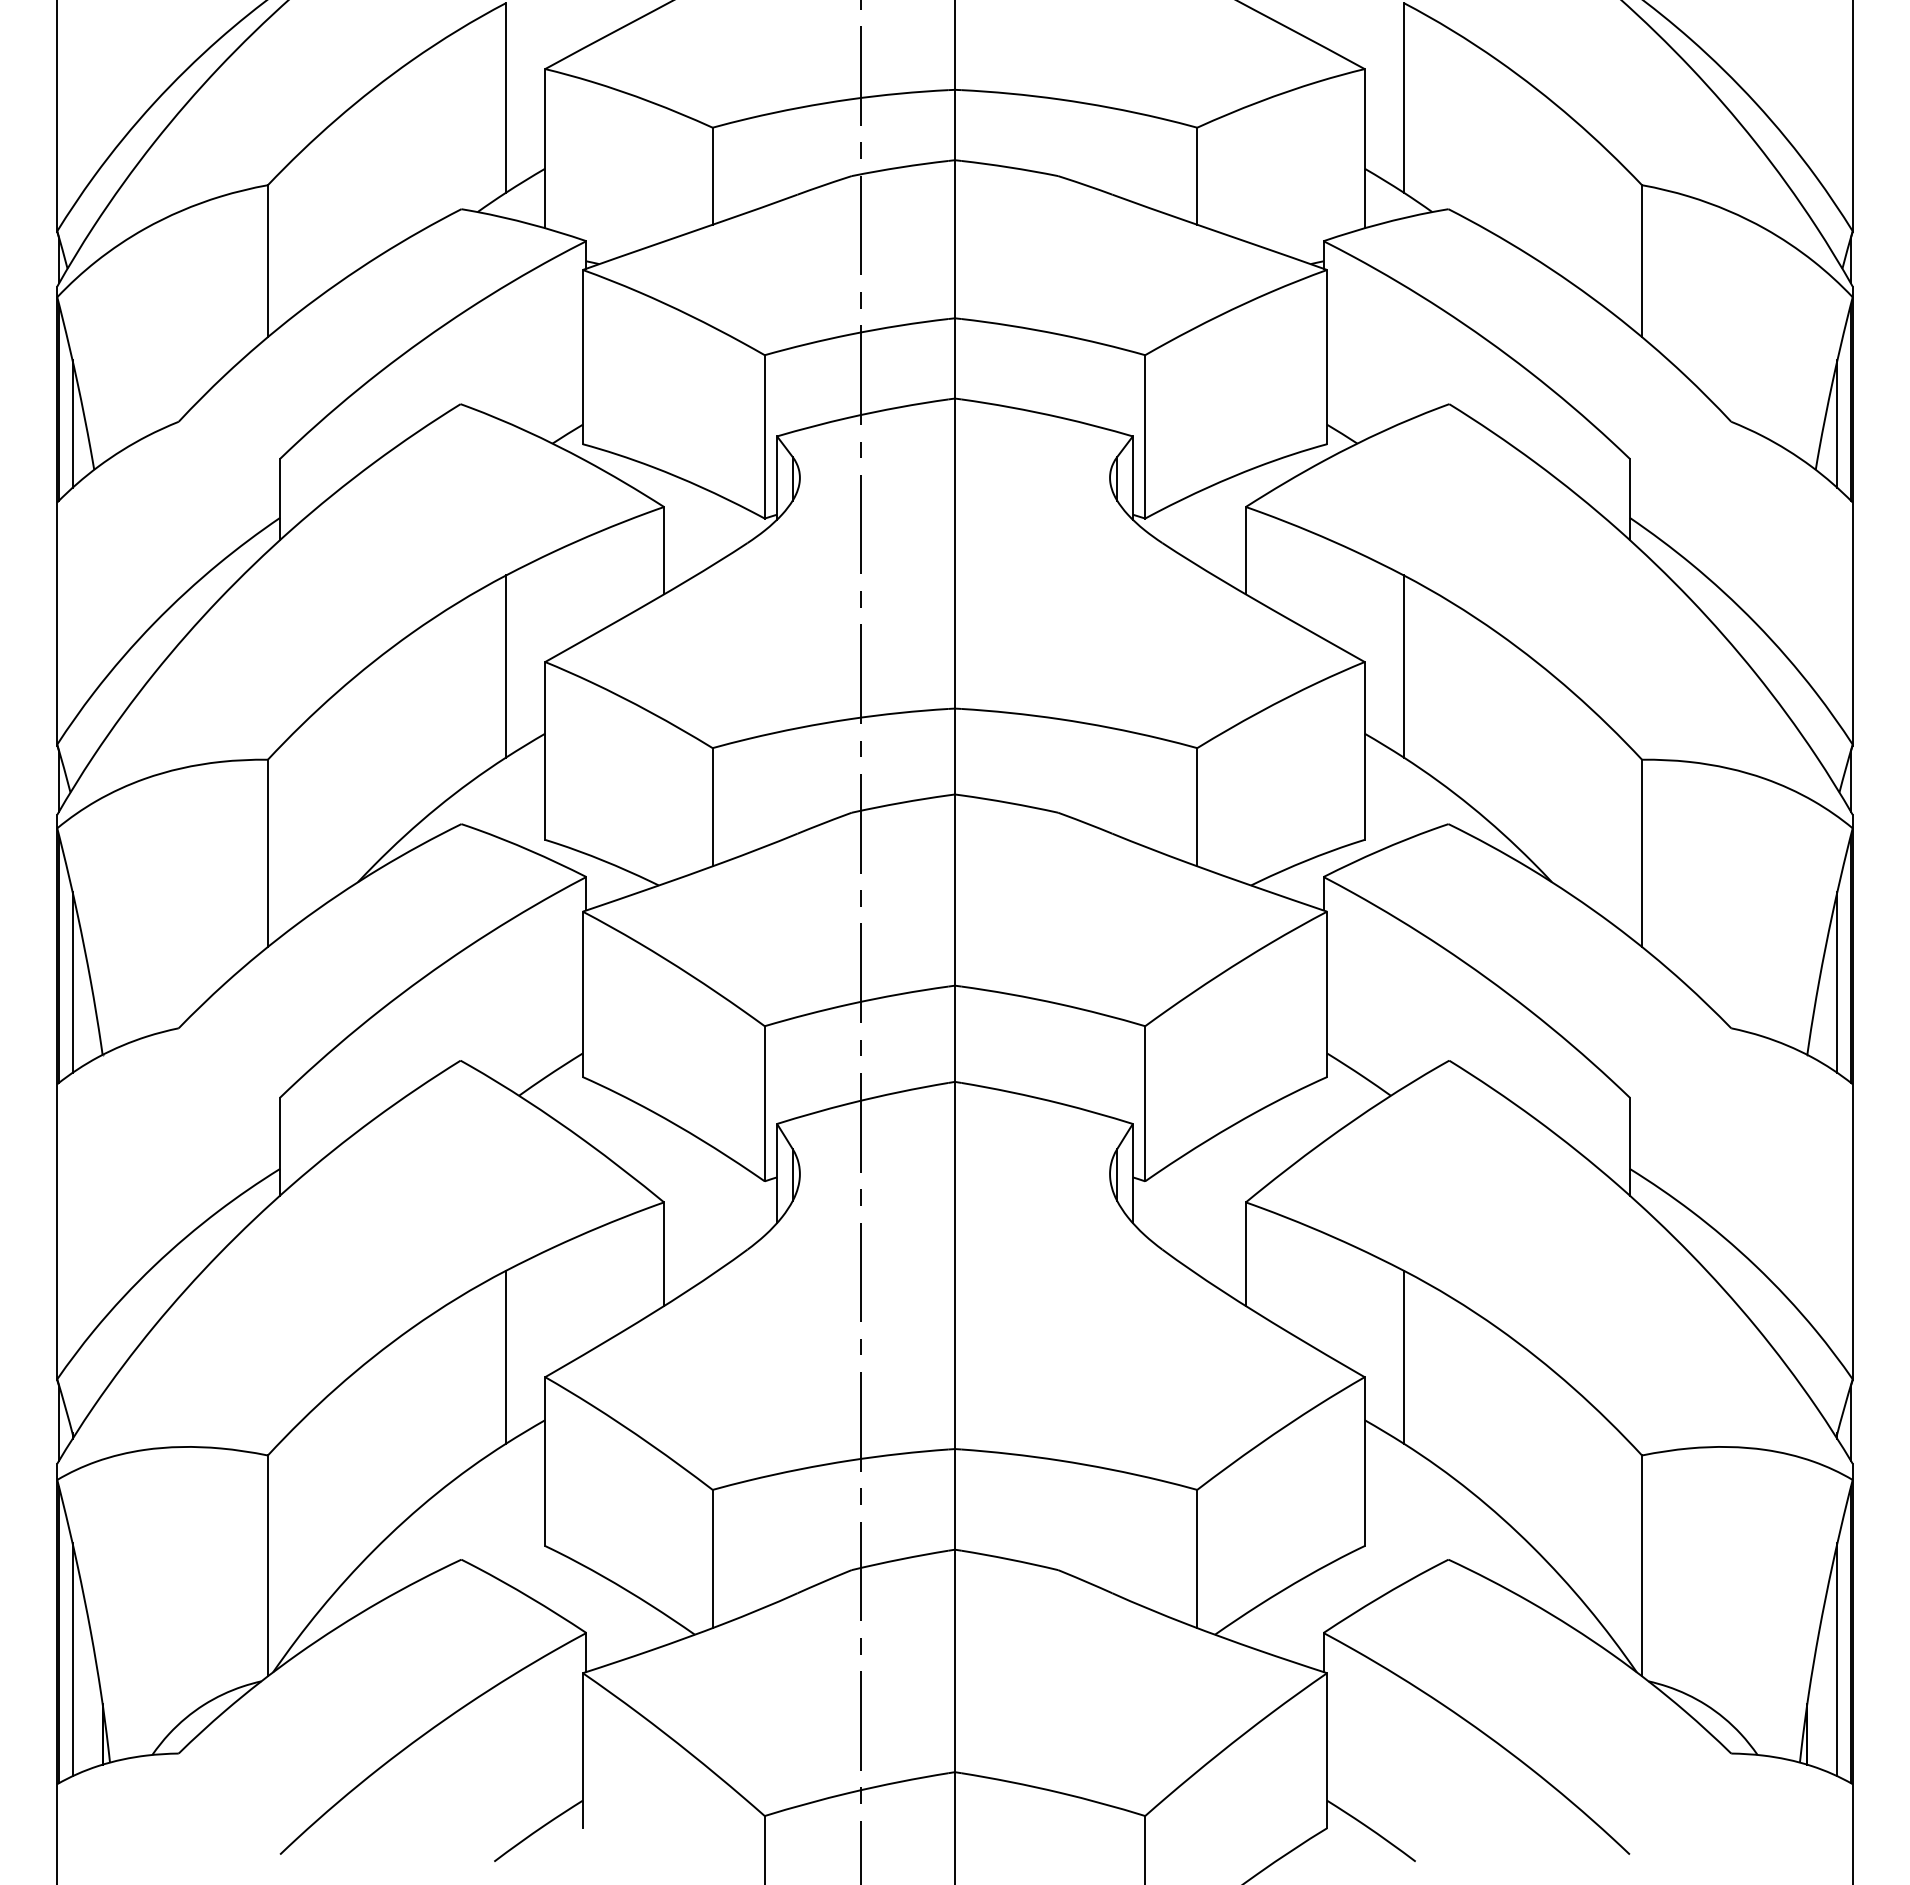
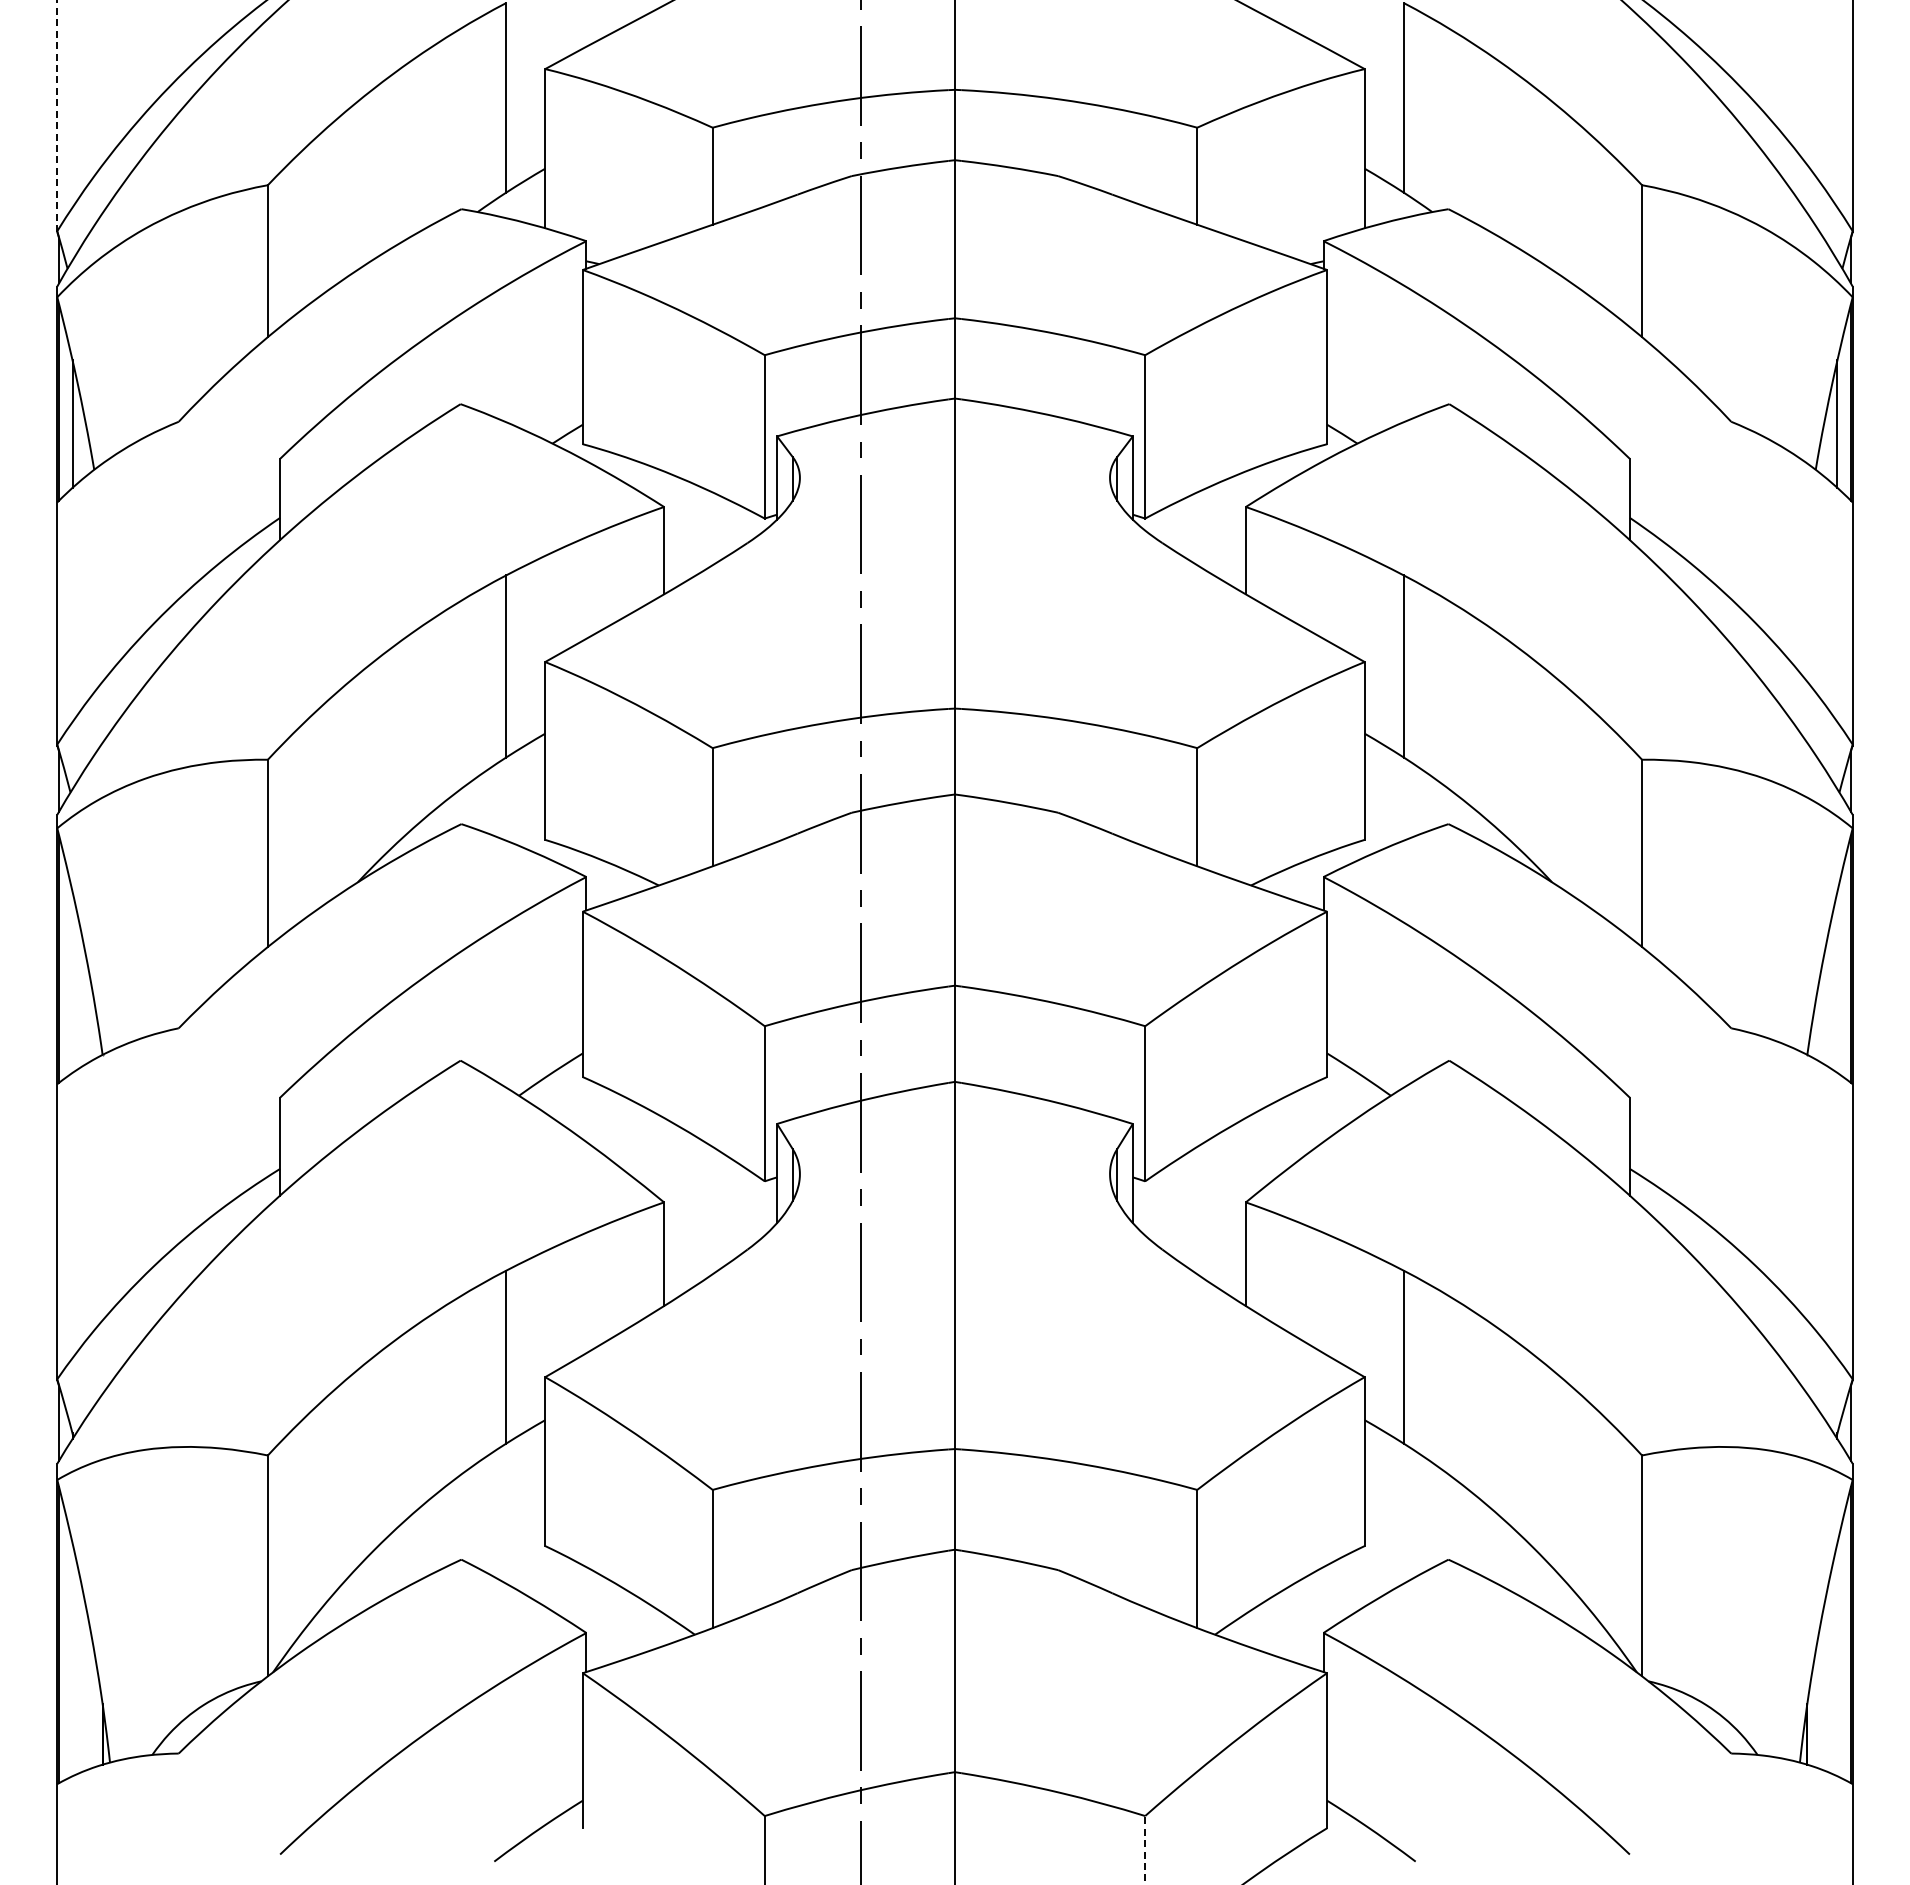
line at (57, 116): solid -> dashed
line at (72, 981): present -> none
line at (1837, 981): present -> none
line at (72, 1659): present -> none
line at (1837, 1659): present -> none
line at (1145, 1849): solid -> dashed
